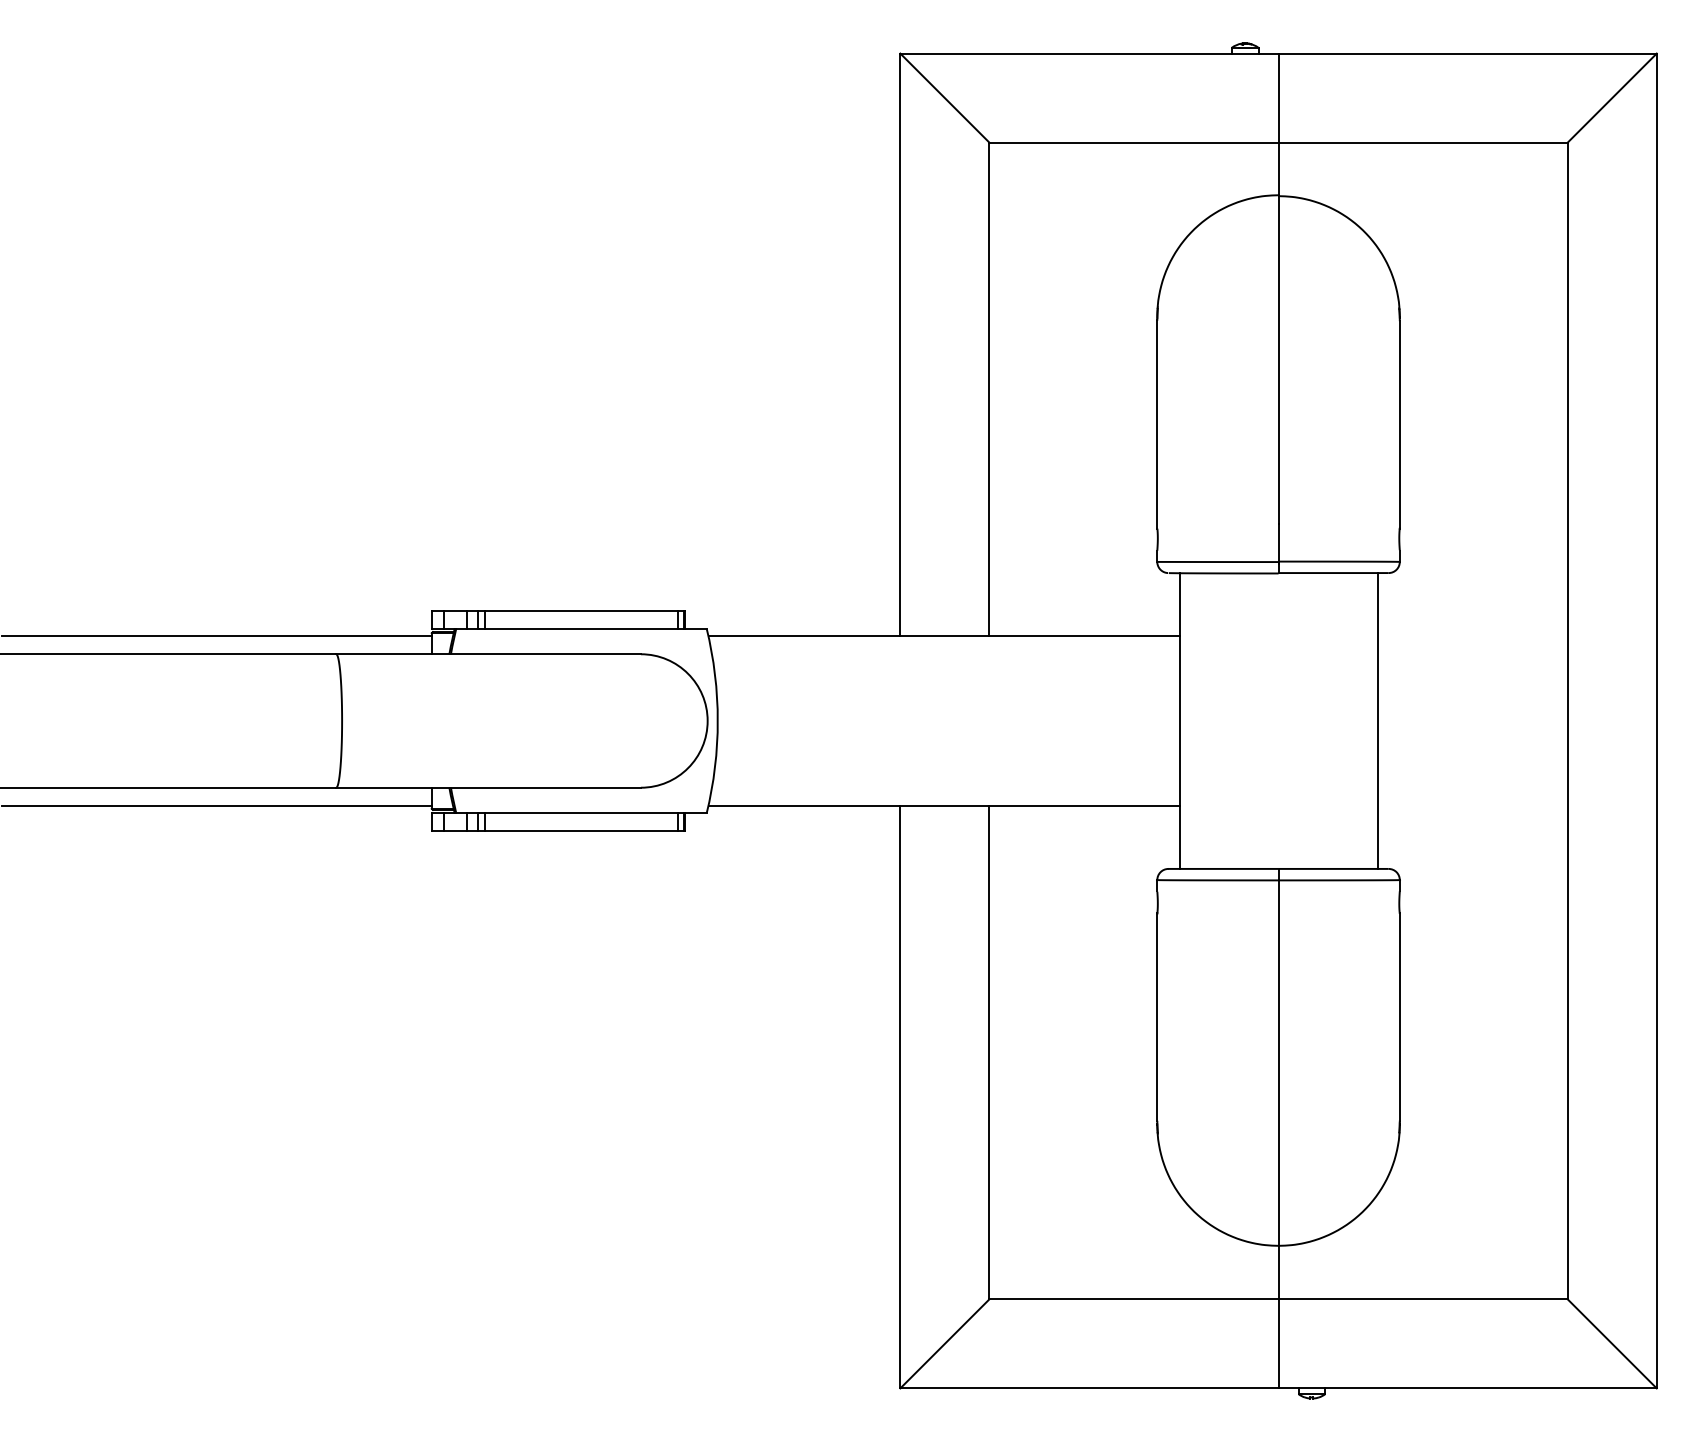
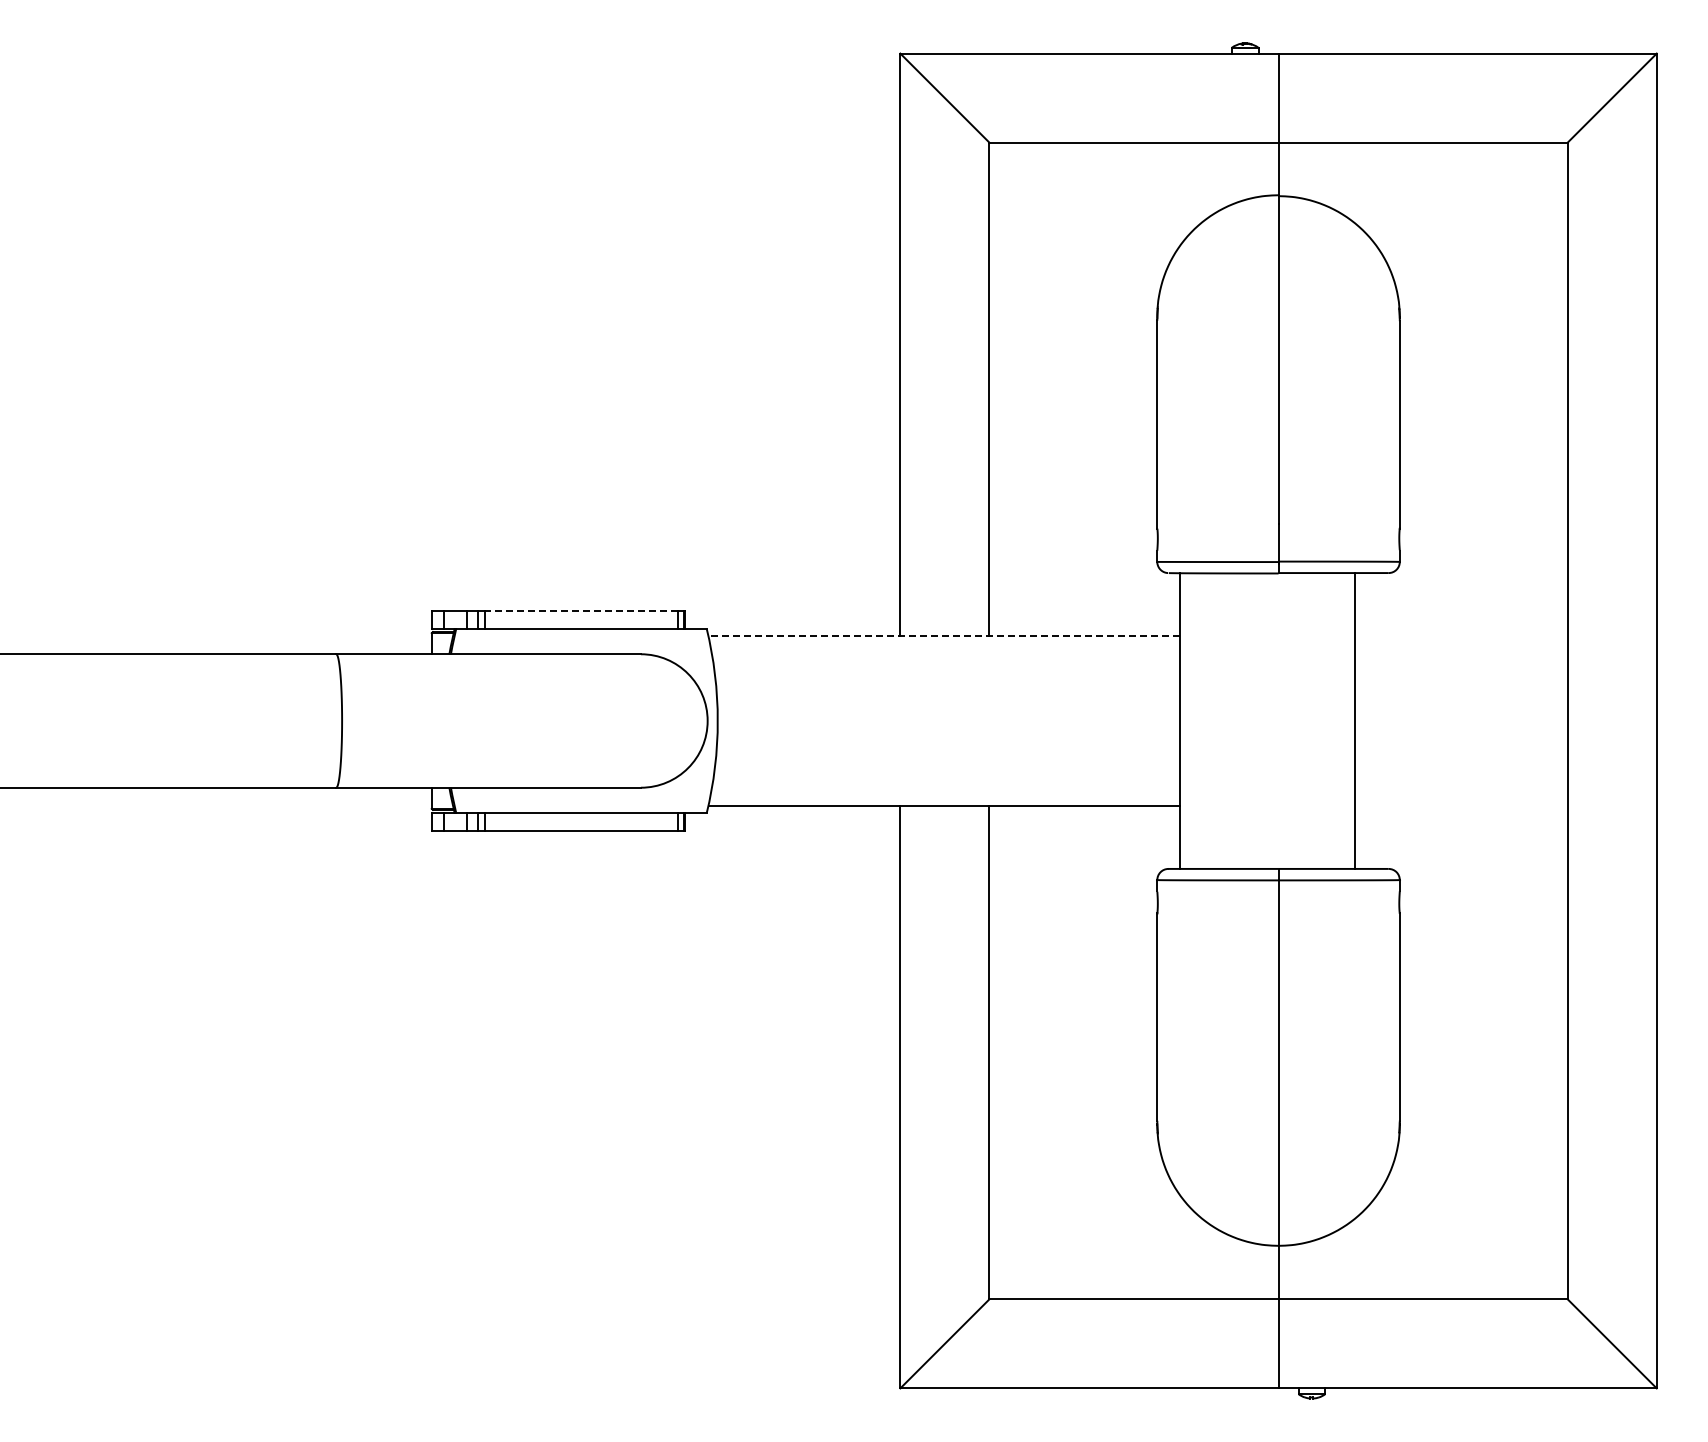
line at (581, 610): solid -> dashed
line at (216, 636): present -> none
line at (944, 636): solid -> dashed
line at (1377, 720) position: (1377, 720) -> (1354, 720)
line at (216, 805): present -> none
